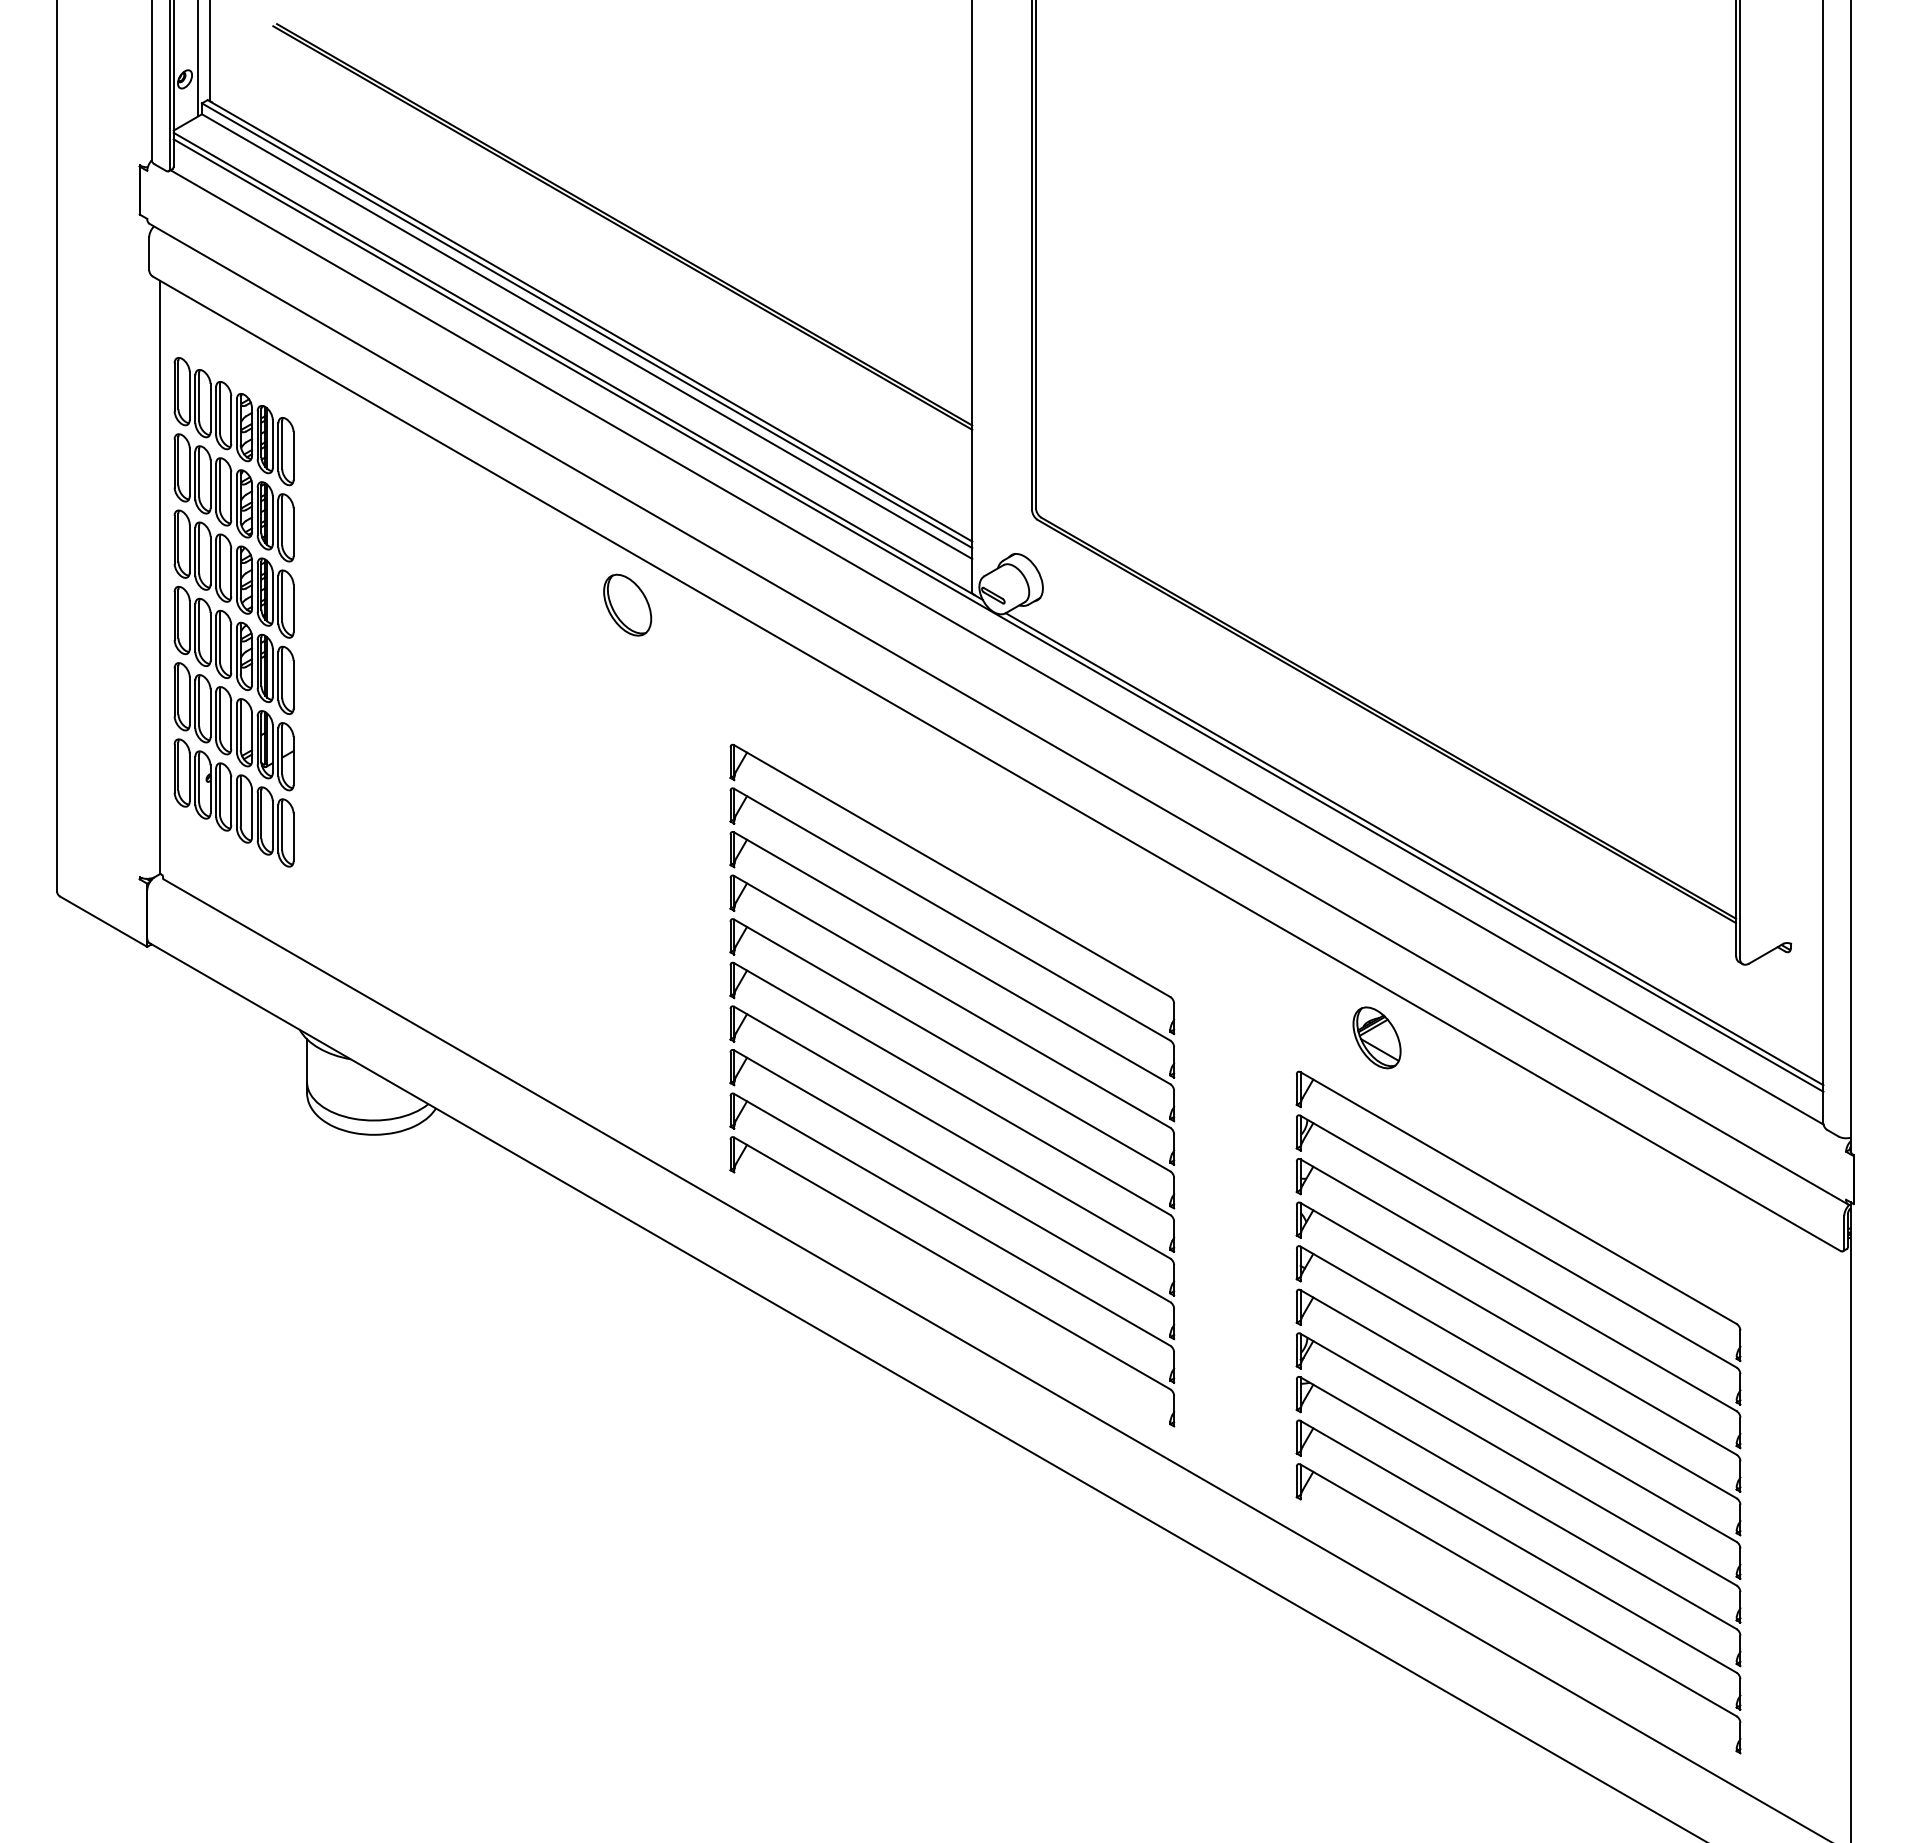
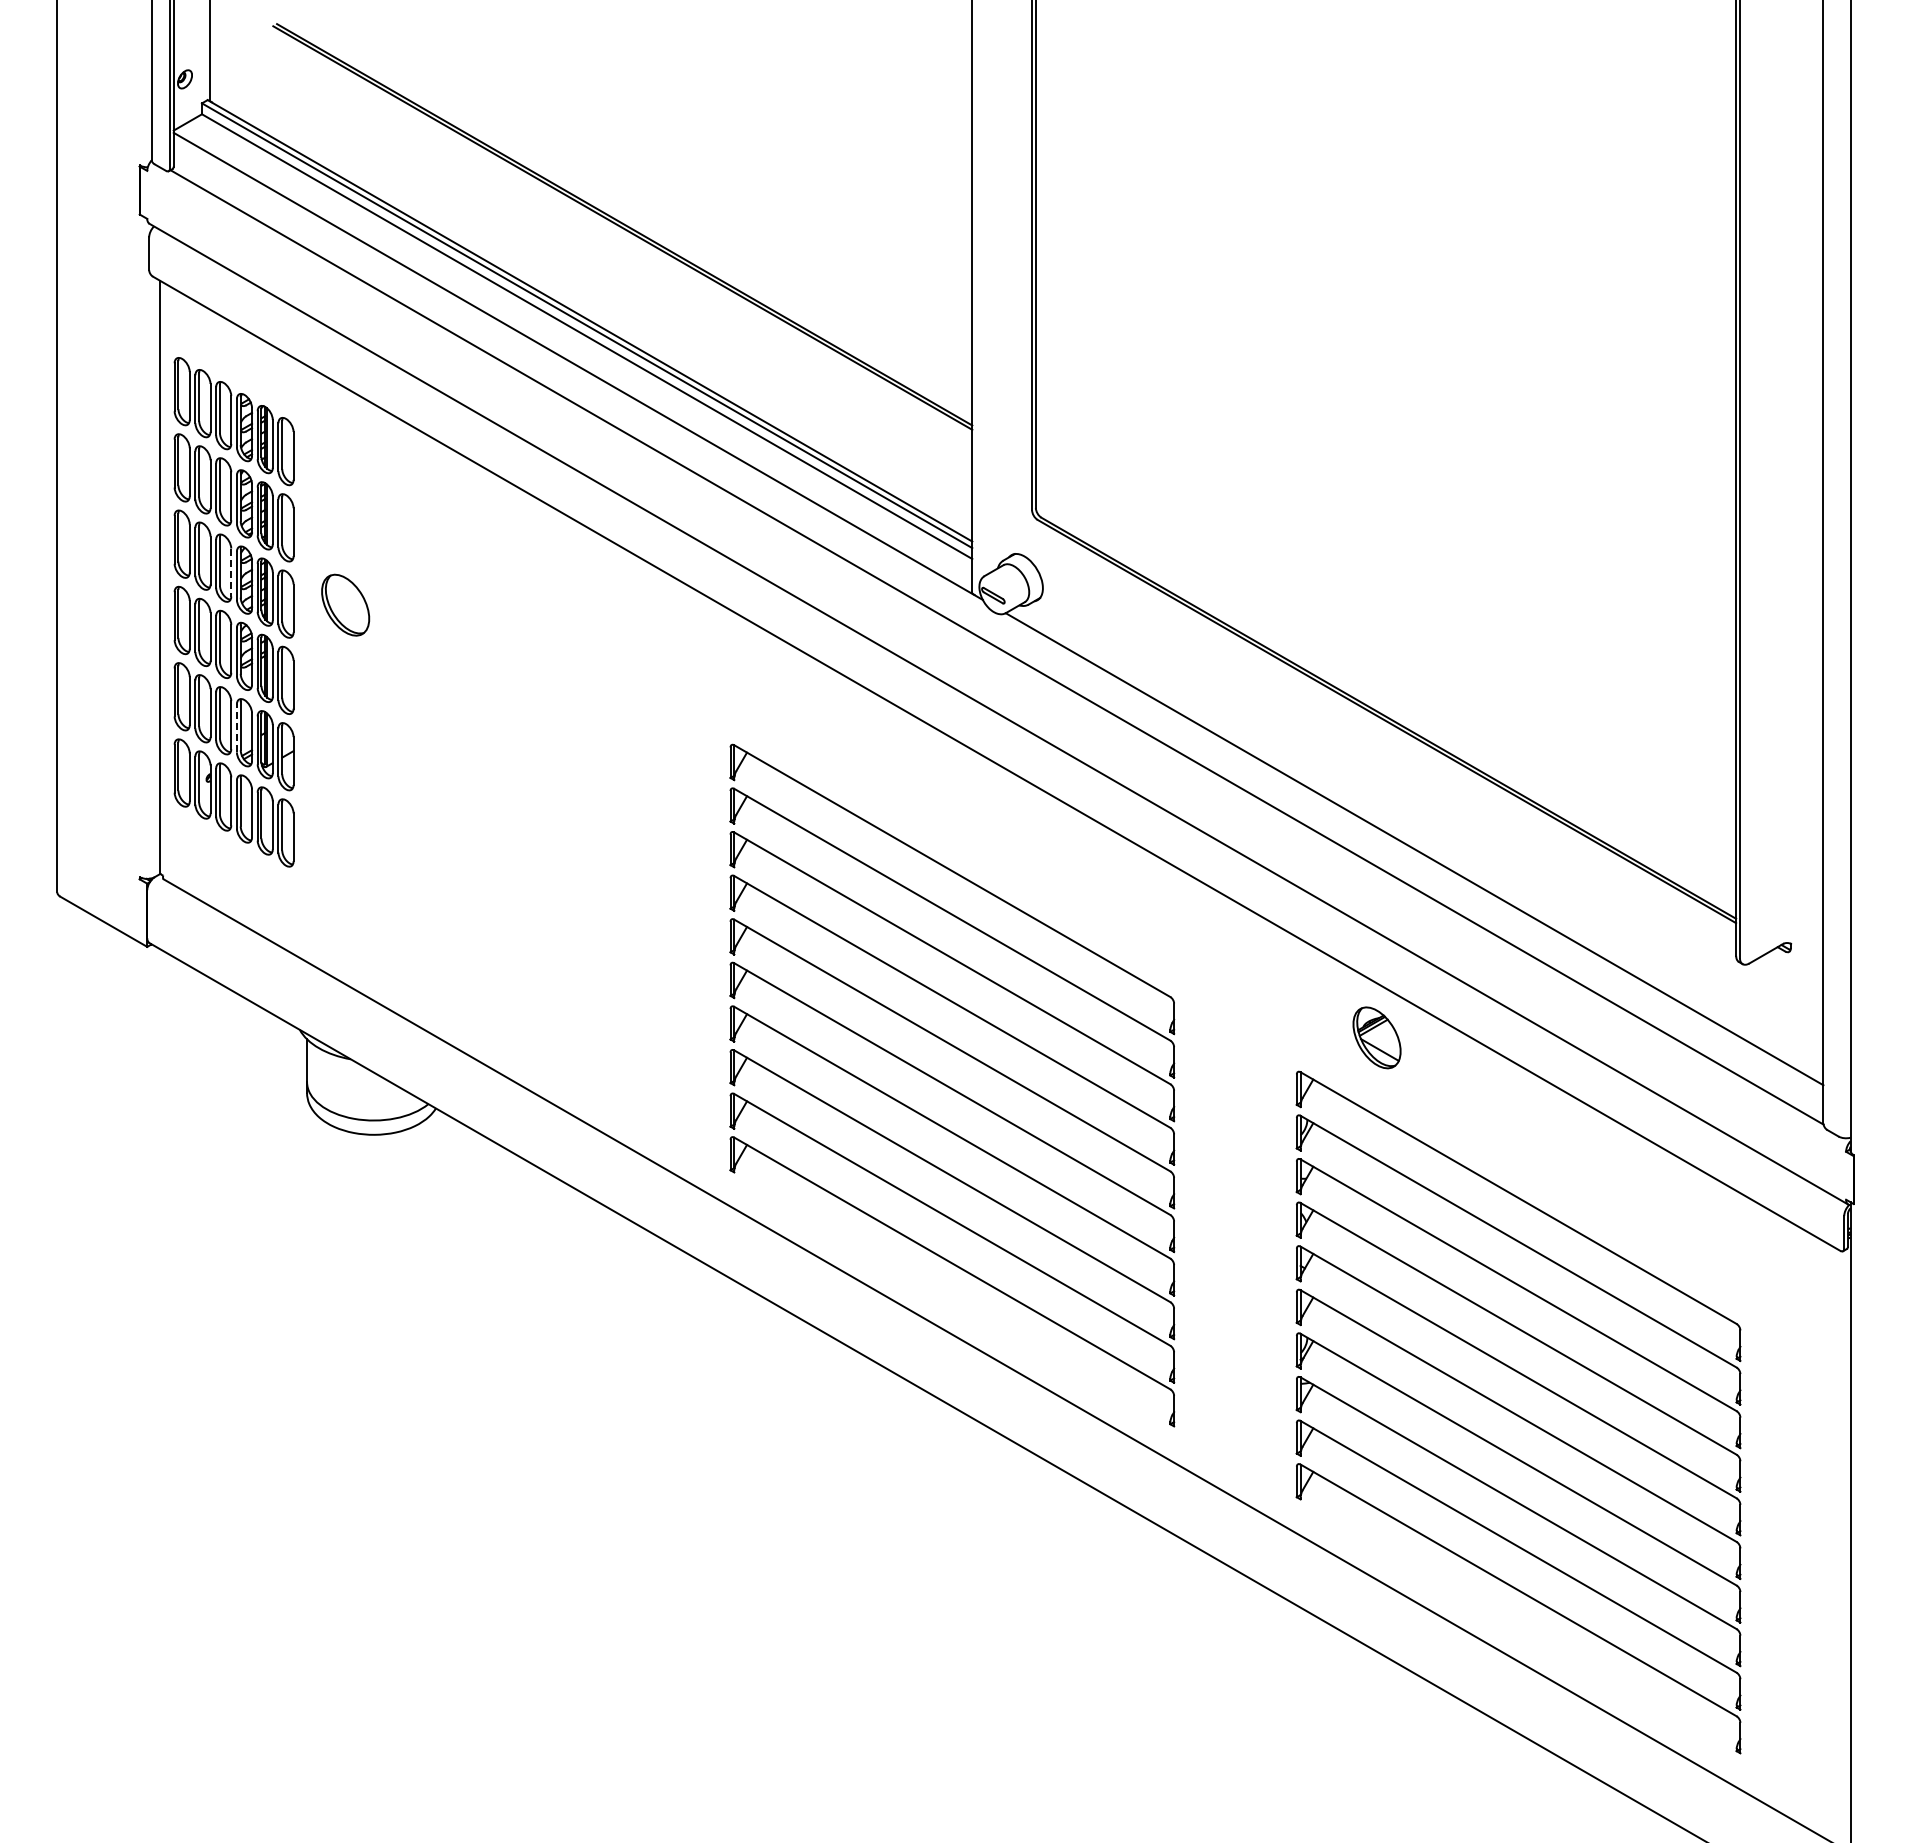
line at (198, 59): present -> none
line at (231, 572): solid -> dashed
part at (627, 604) position: (627, 604) -> (345, 604)
line at (998, 615): present -> none
line at (236, 728): solid -> dashed
